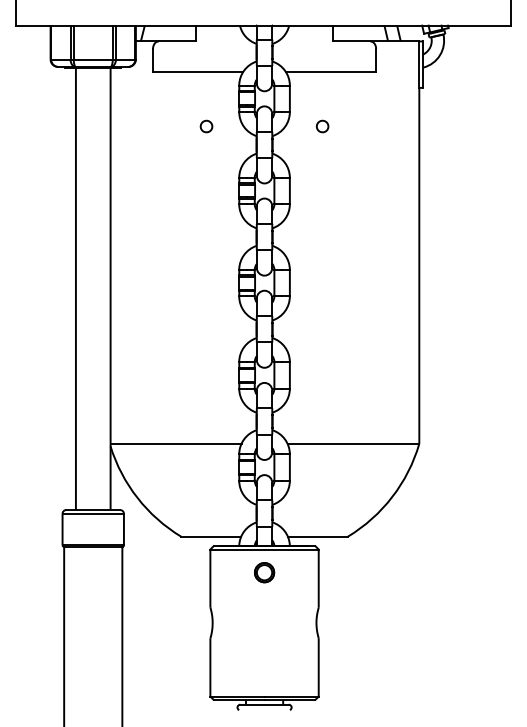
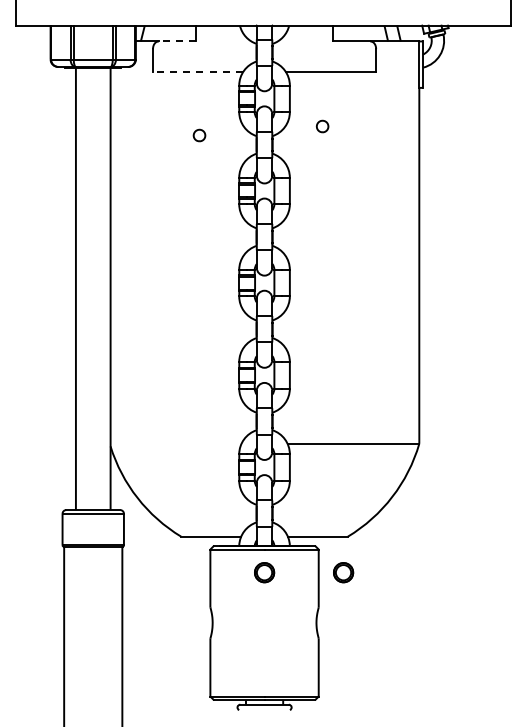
line at (177, 41): solid -> dashed
line at (197, 72): solid -> dashed
part at (206, 126) position: (206, 126) -> (199, 135)
line at (175, 443): present -> none
part at (343, 572): none -> present
